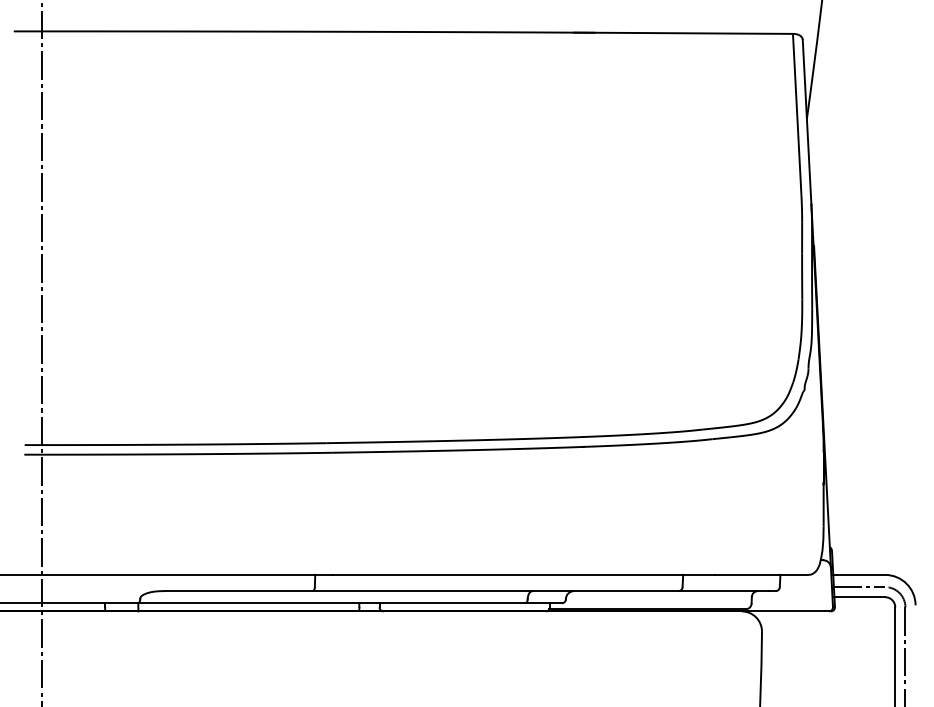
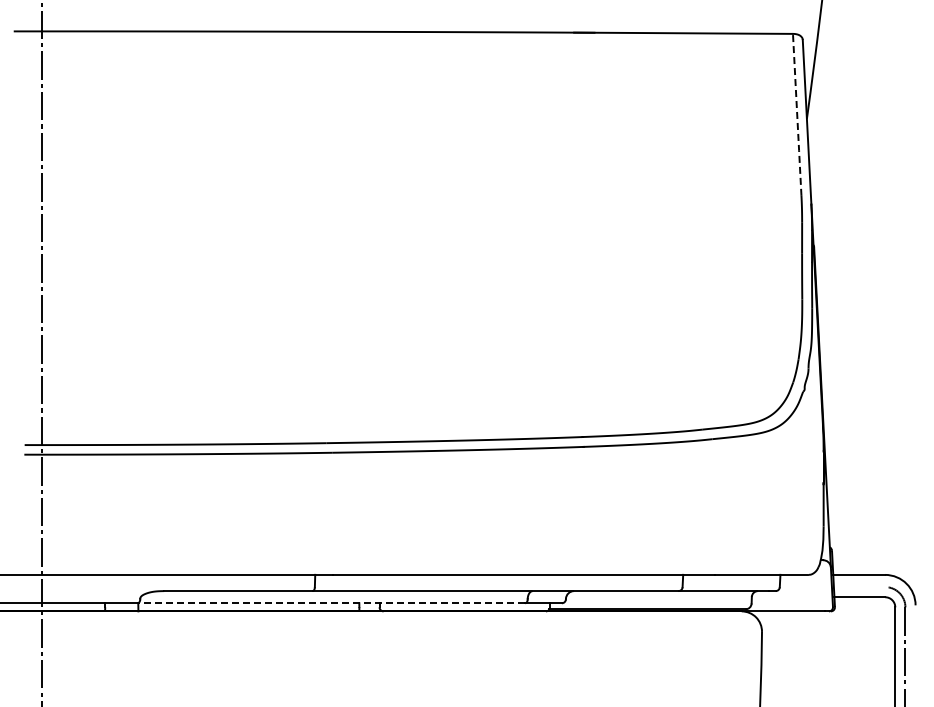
line at (797, 116): solid -> dashed
line at (859, 587): present -> none
line at (331, 603): solid -> dashed
